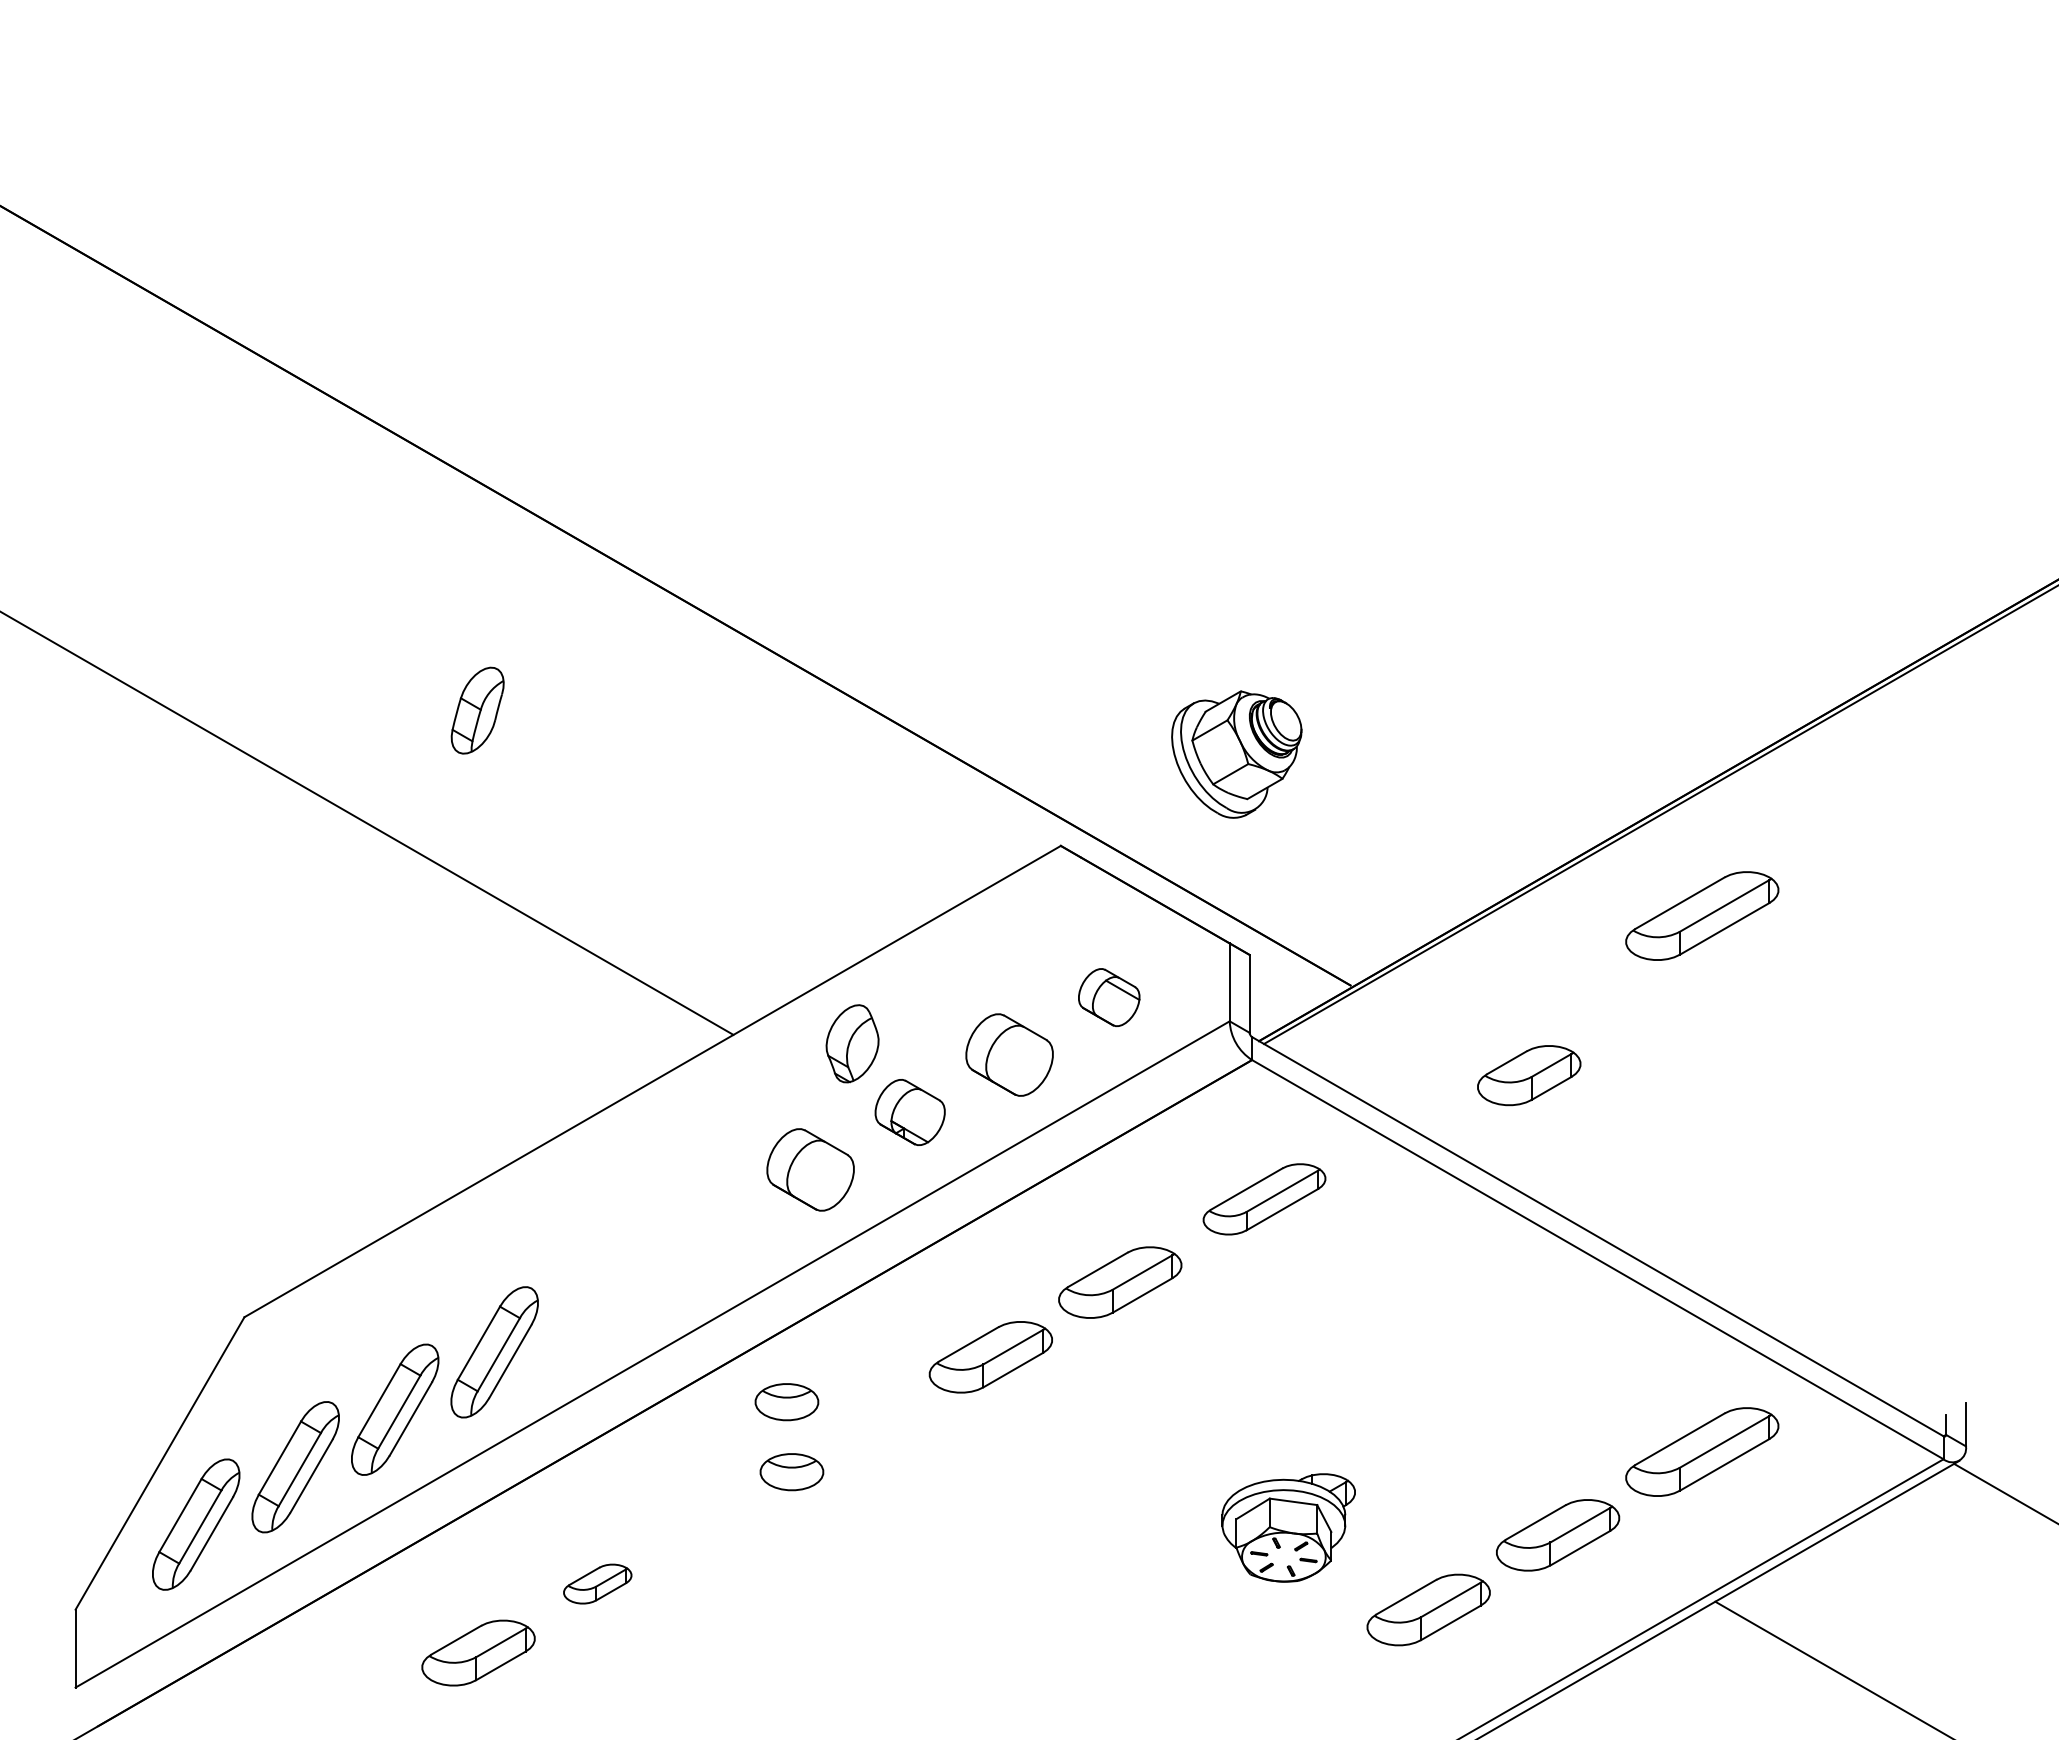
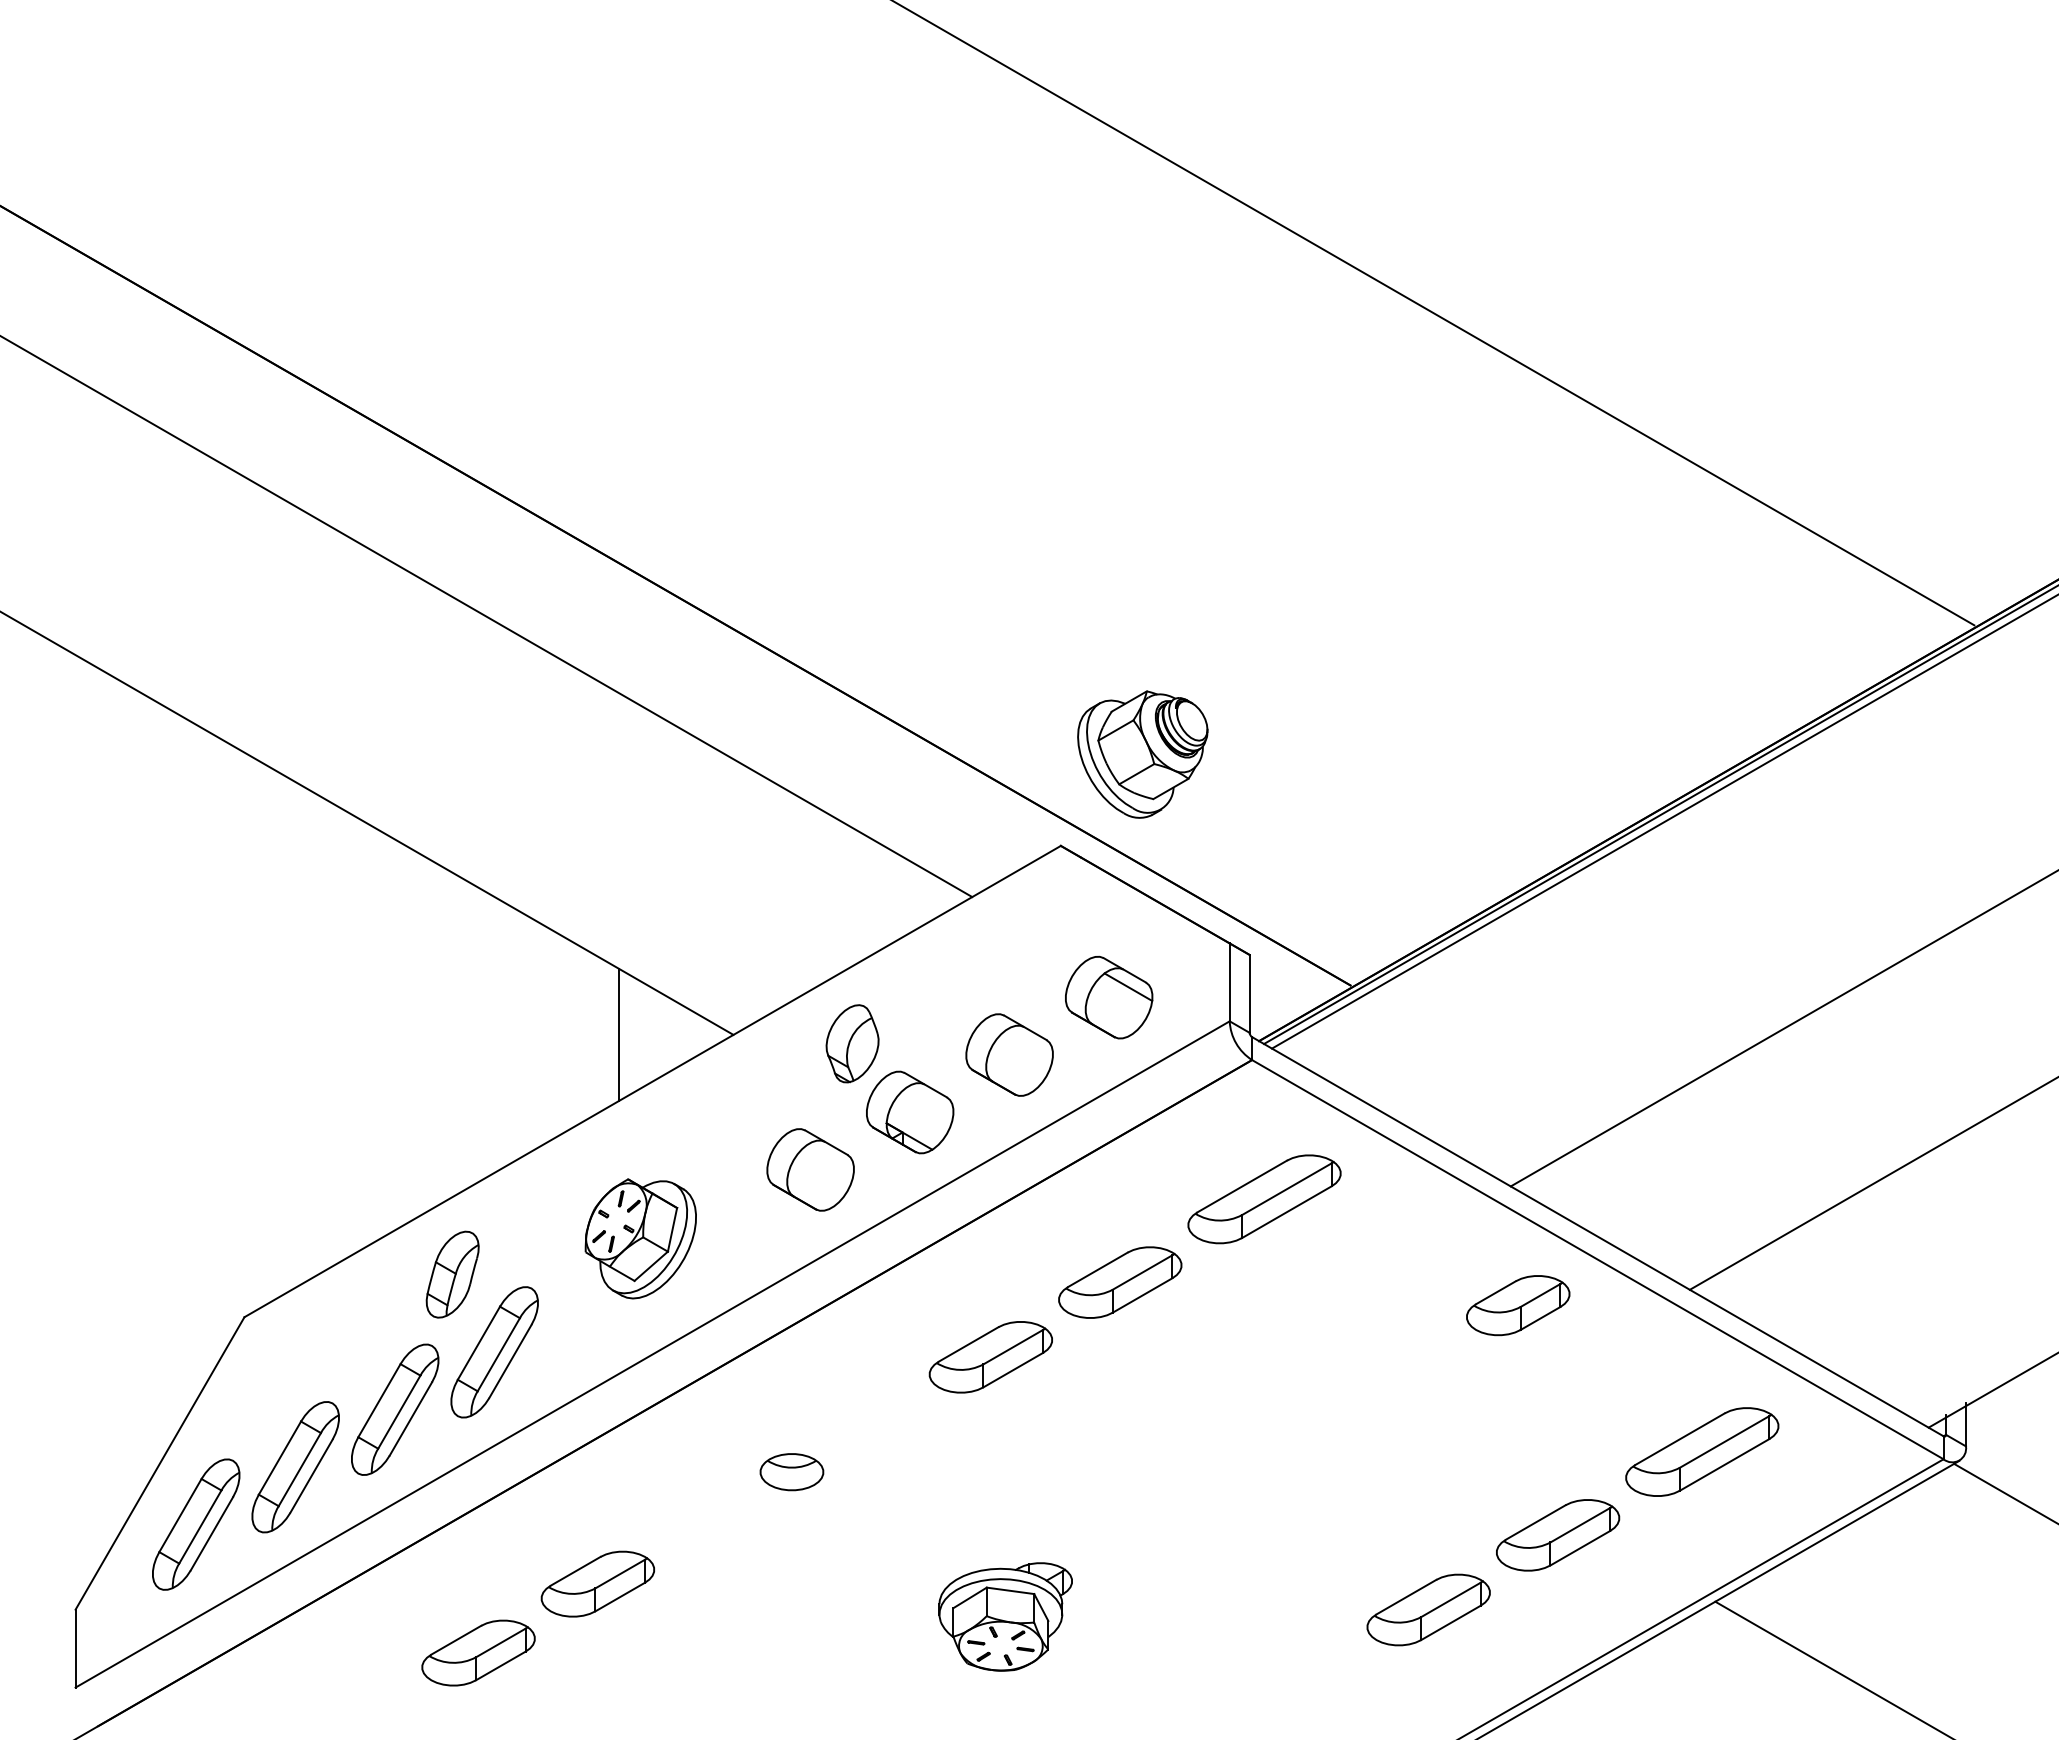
line at (1434, 313): none -> present
line at (487, 617): none -> present
part at (477, 710) position: (477, 710) -> (452, 1274)
part at (1236, 754) position: (1236, 754) -> (1142, 754)
line at (1663, 822): none -> present
part at (1702, 915): present -> none
part at (1109, 997) size: 63x59 px -> 89x85 px
line at (1782, 1028): none -> present
line at (619, 1034): none -> present
part at (1529, 1075) position: (1529, 1075) -> (1518, 1305)
part at (909, 1112) size: 72x67 px -> 89x85 px
line at (1872, 1183): none -> present
part at (1264, 1199) size: 125x73 px -> 155x91 px
part at (640, 1238): none -> present
line at (1991, 1390): none -> present
part at (786, 1402): present -> none
part at (1288, 1527) position: (1288, 1527) -> (1005, 1616)
part at (597, 1583) size: 70x42 px -> 115x68 px
